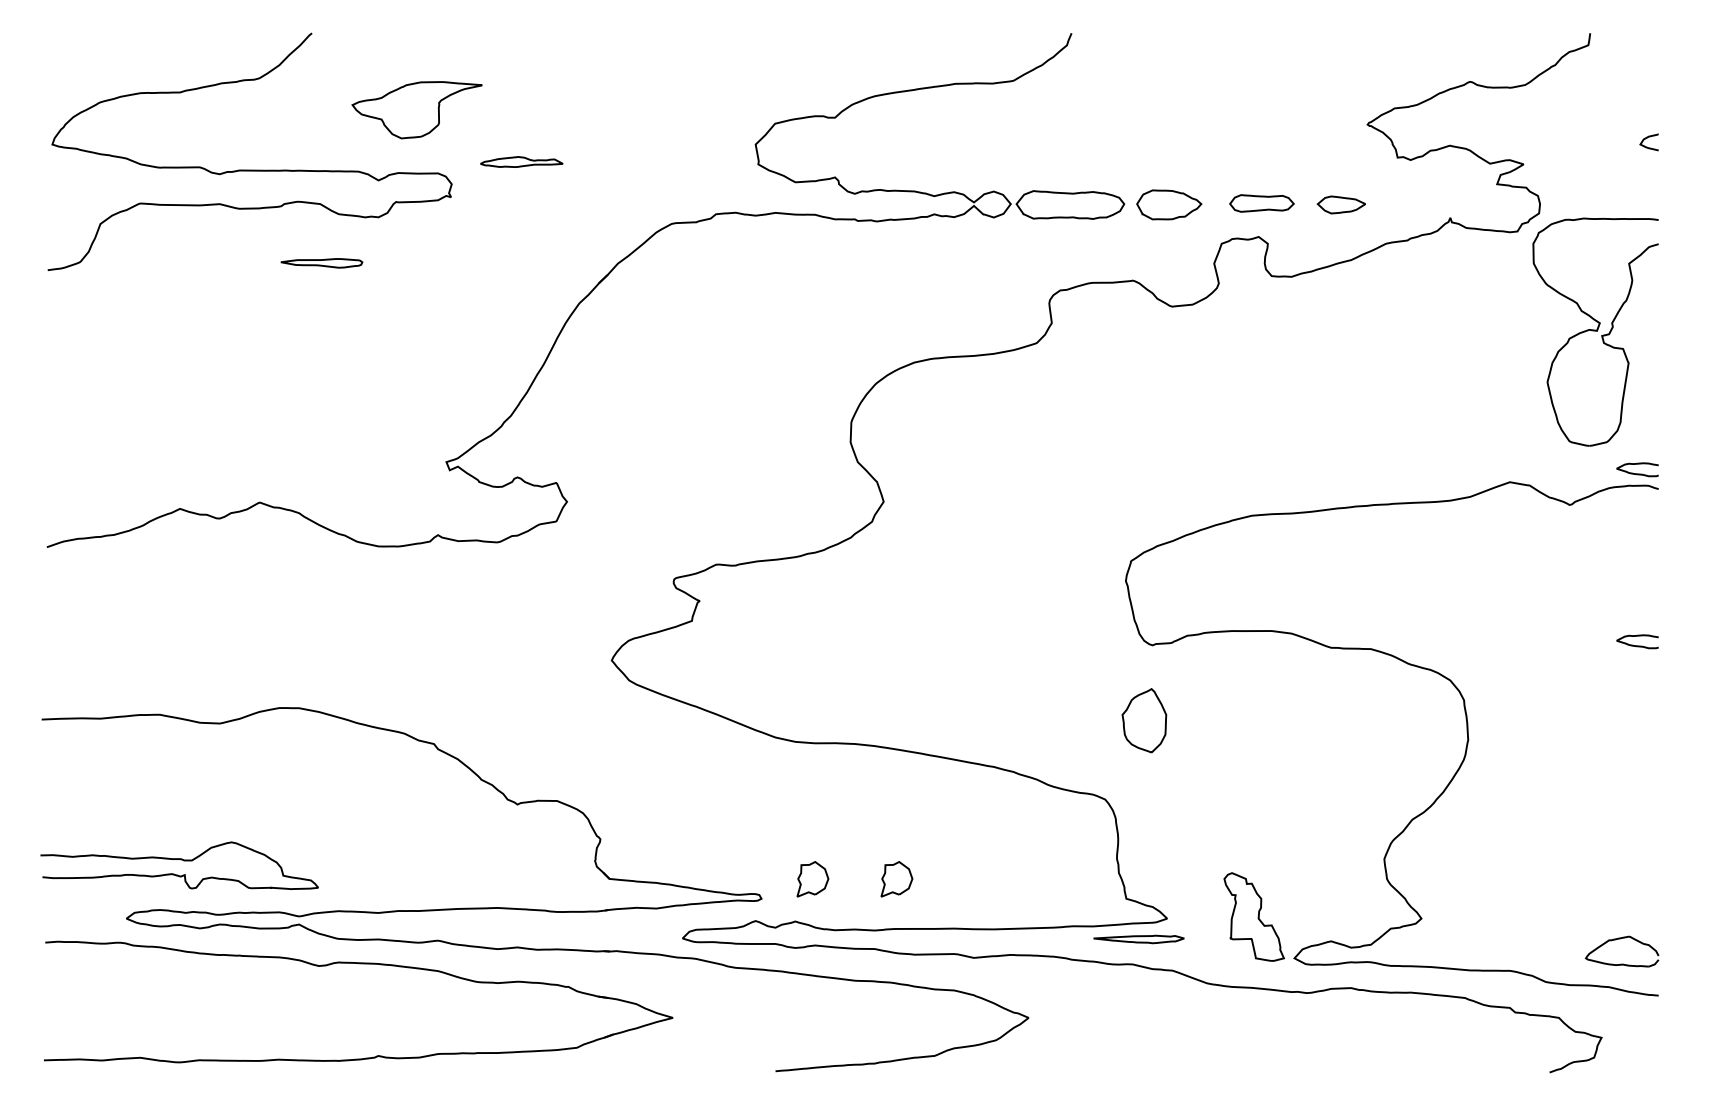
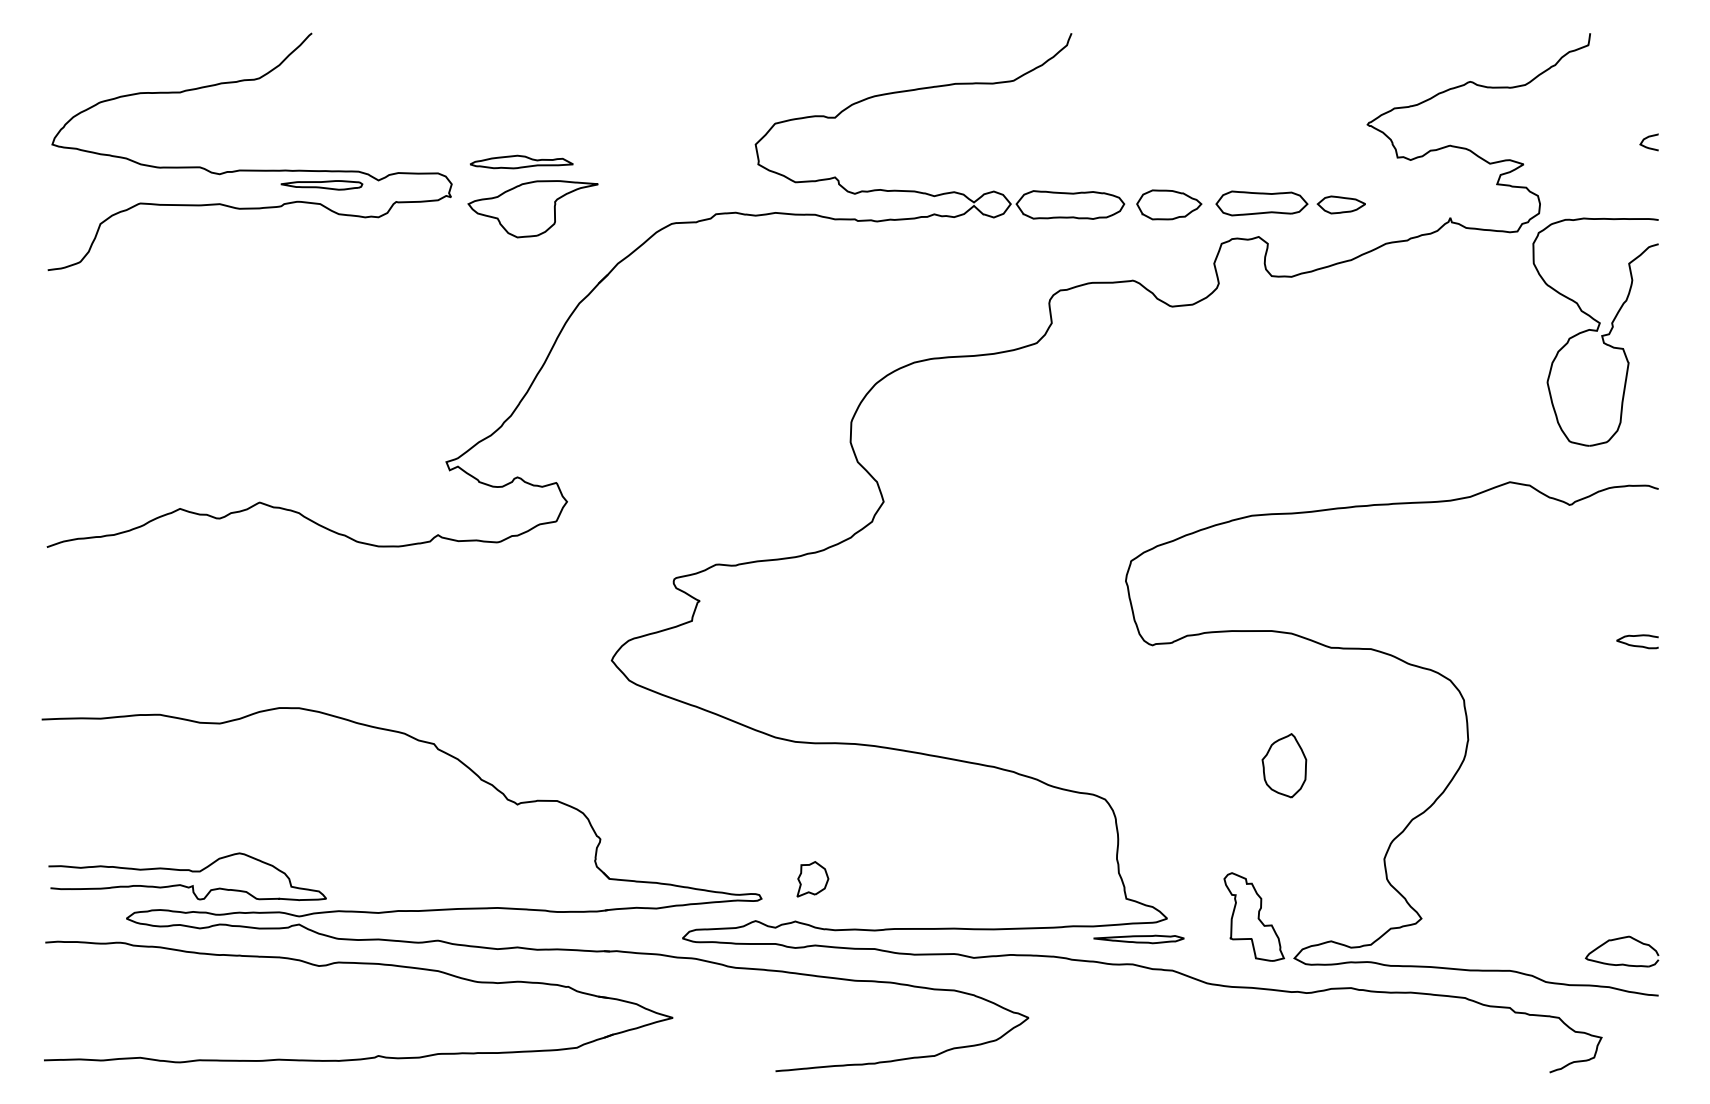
part at (416, 110) position: (416, 110) -> (532, 209)
part at (521, 161) size: 84x12 px -> 104x16 px
part at (1261, 203) size: 66x19 px -> 94x27 px
part at (321, 263) position: (321, 263) -> (321, 185)
curve at (1637, 473): present -> none
part at (1144, 720) position: (1144, 720) -> (1284, 765)
curve at (181, 860) position: (181, 860) -> (189, 871)
part at (896, 879): present -> none
